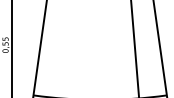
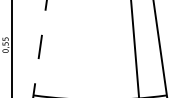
line at (40, 48): solid -> dashed
